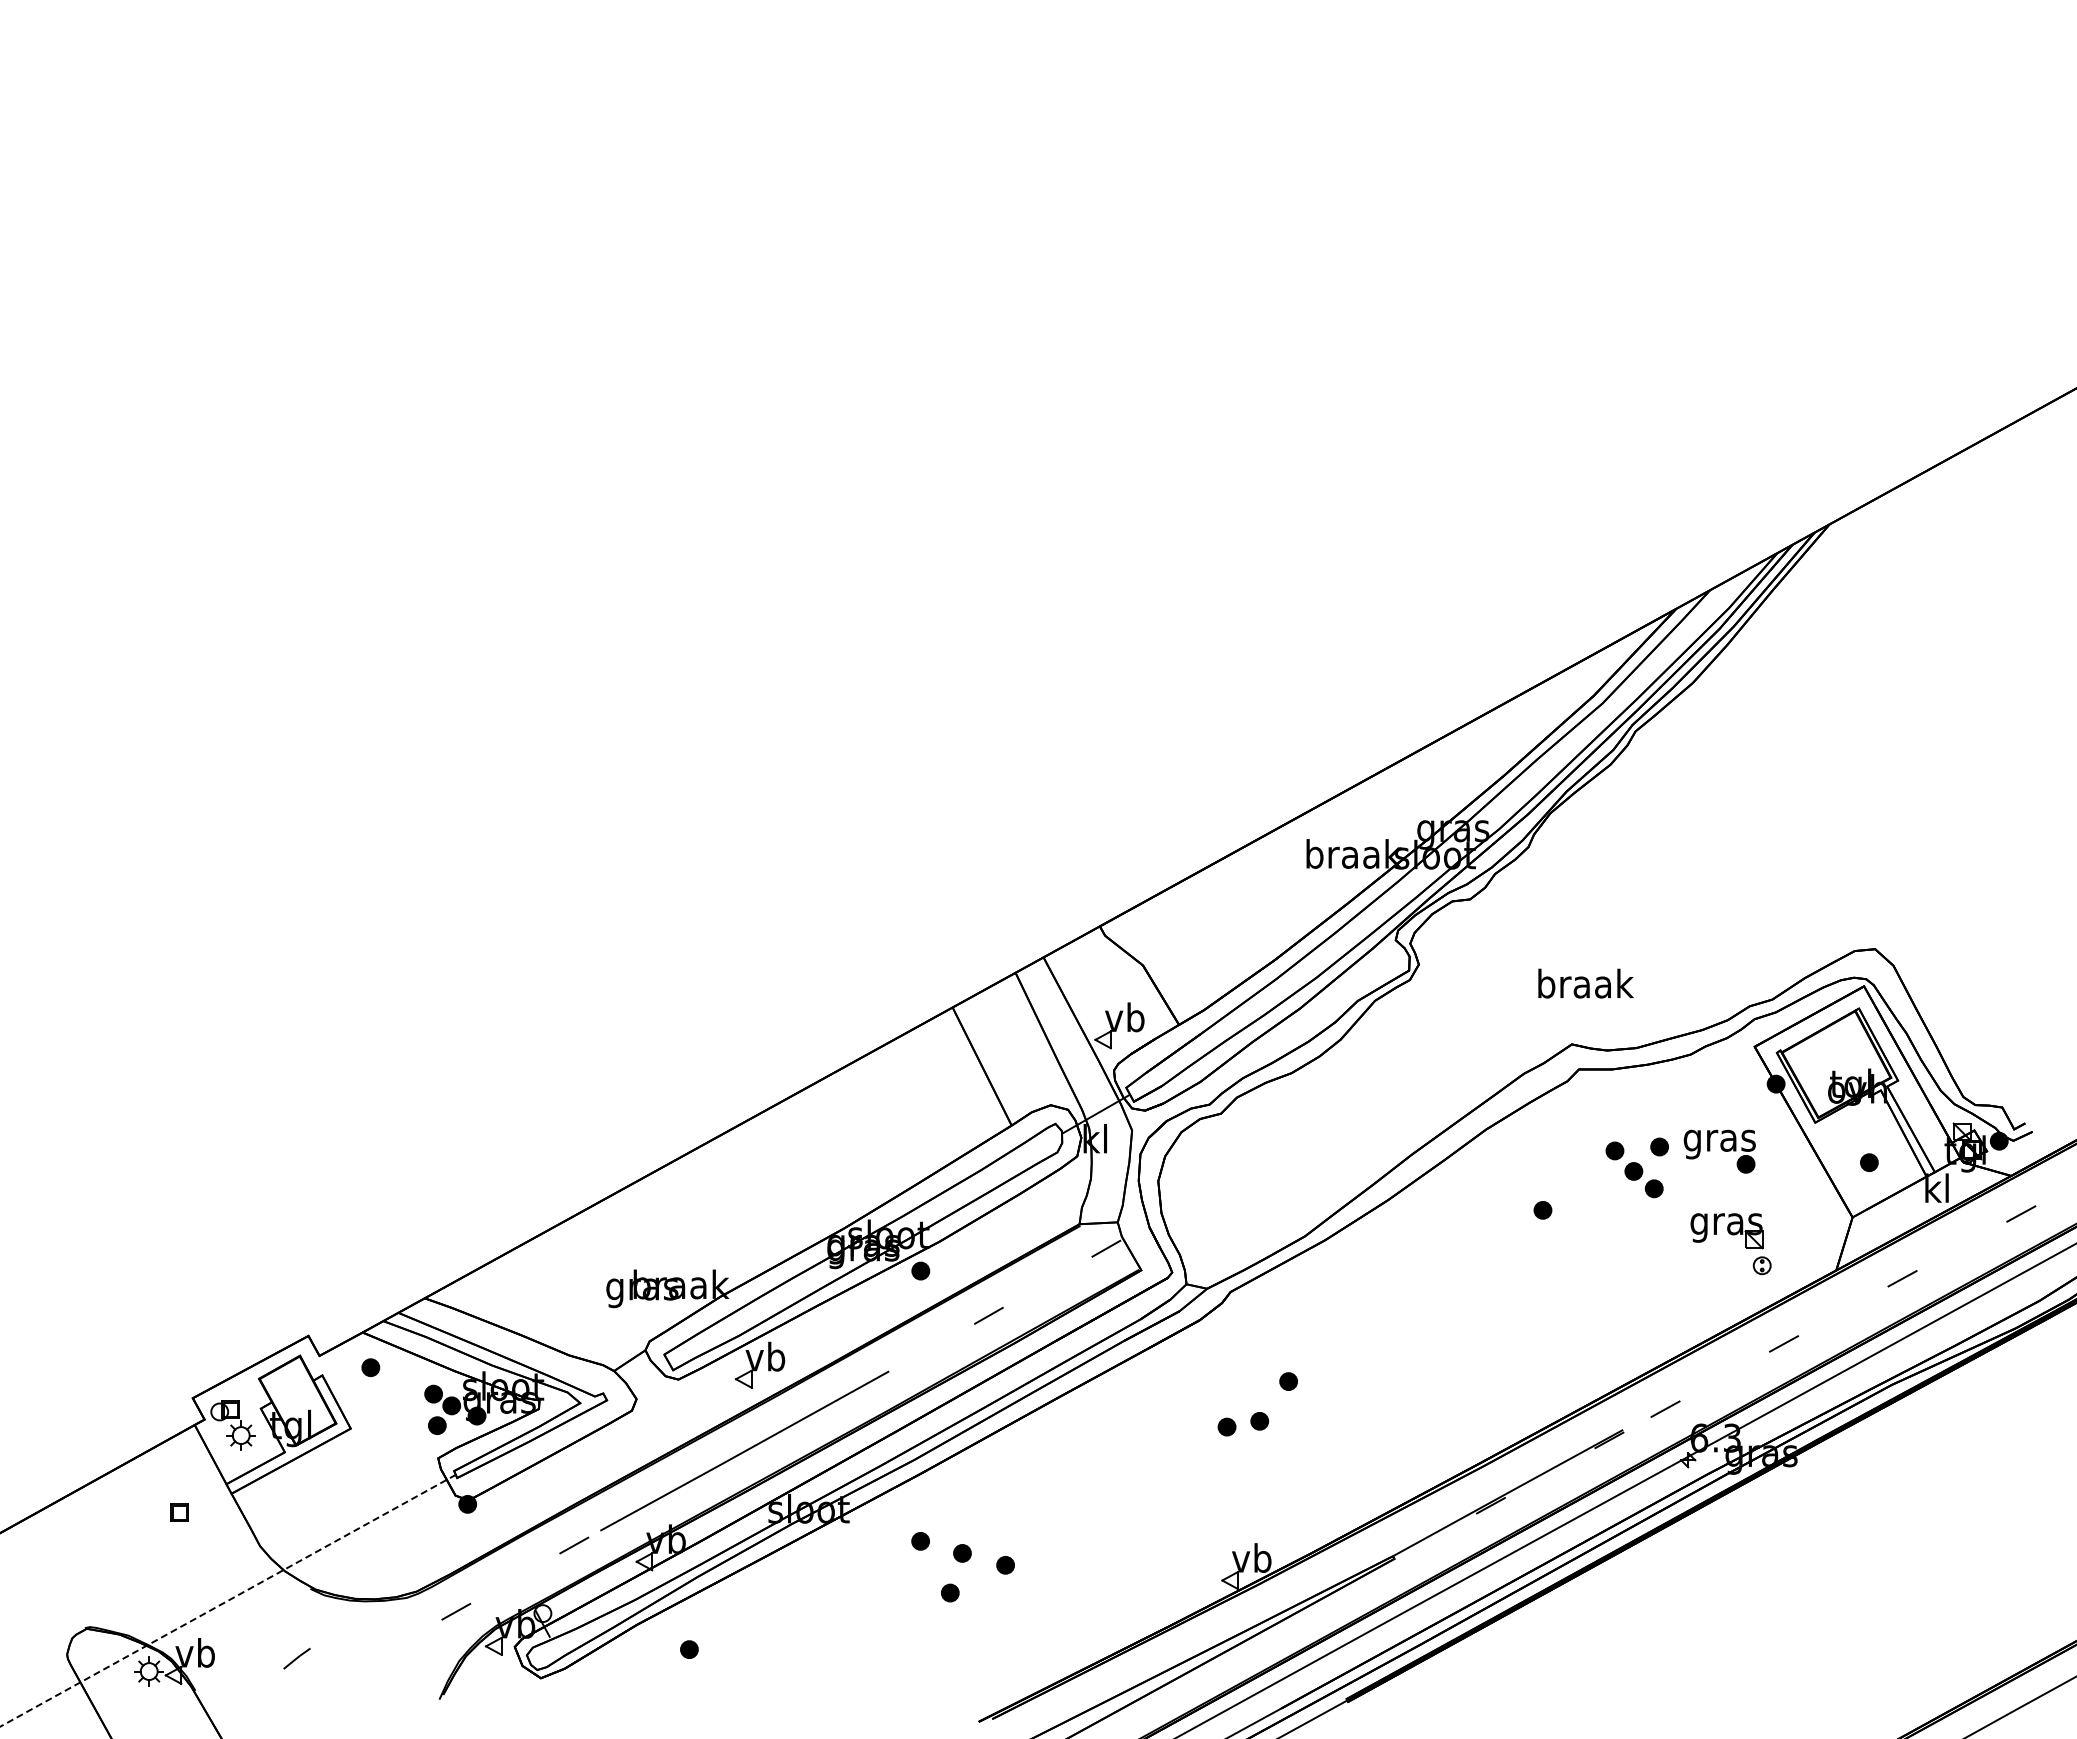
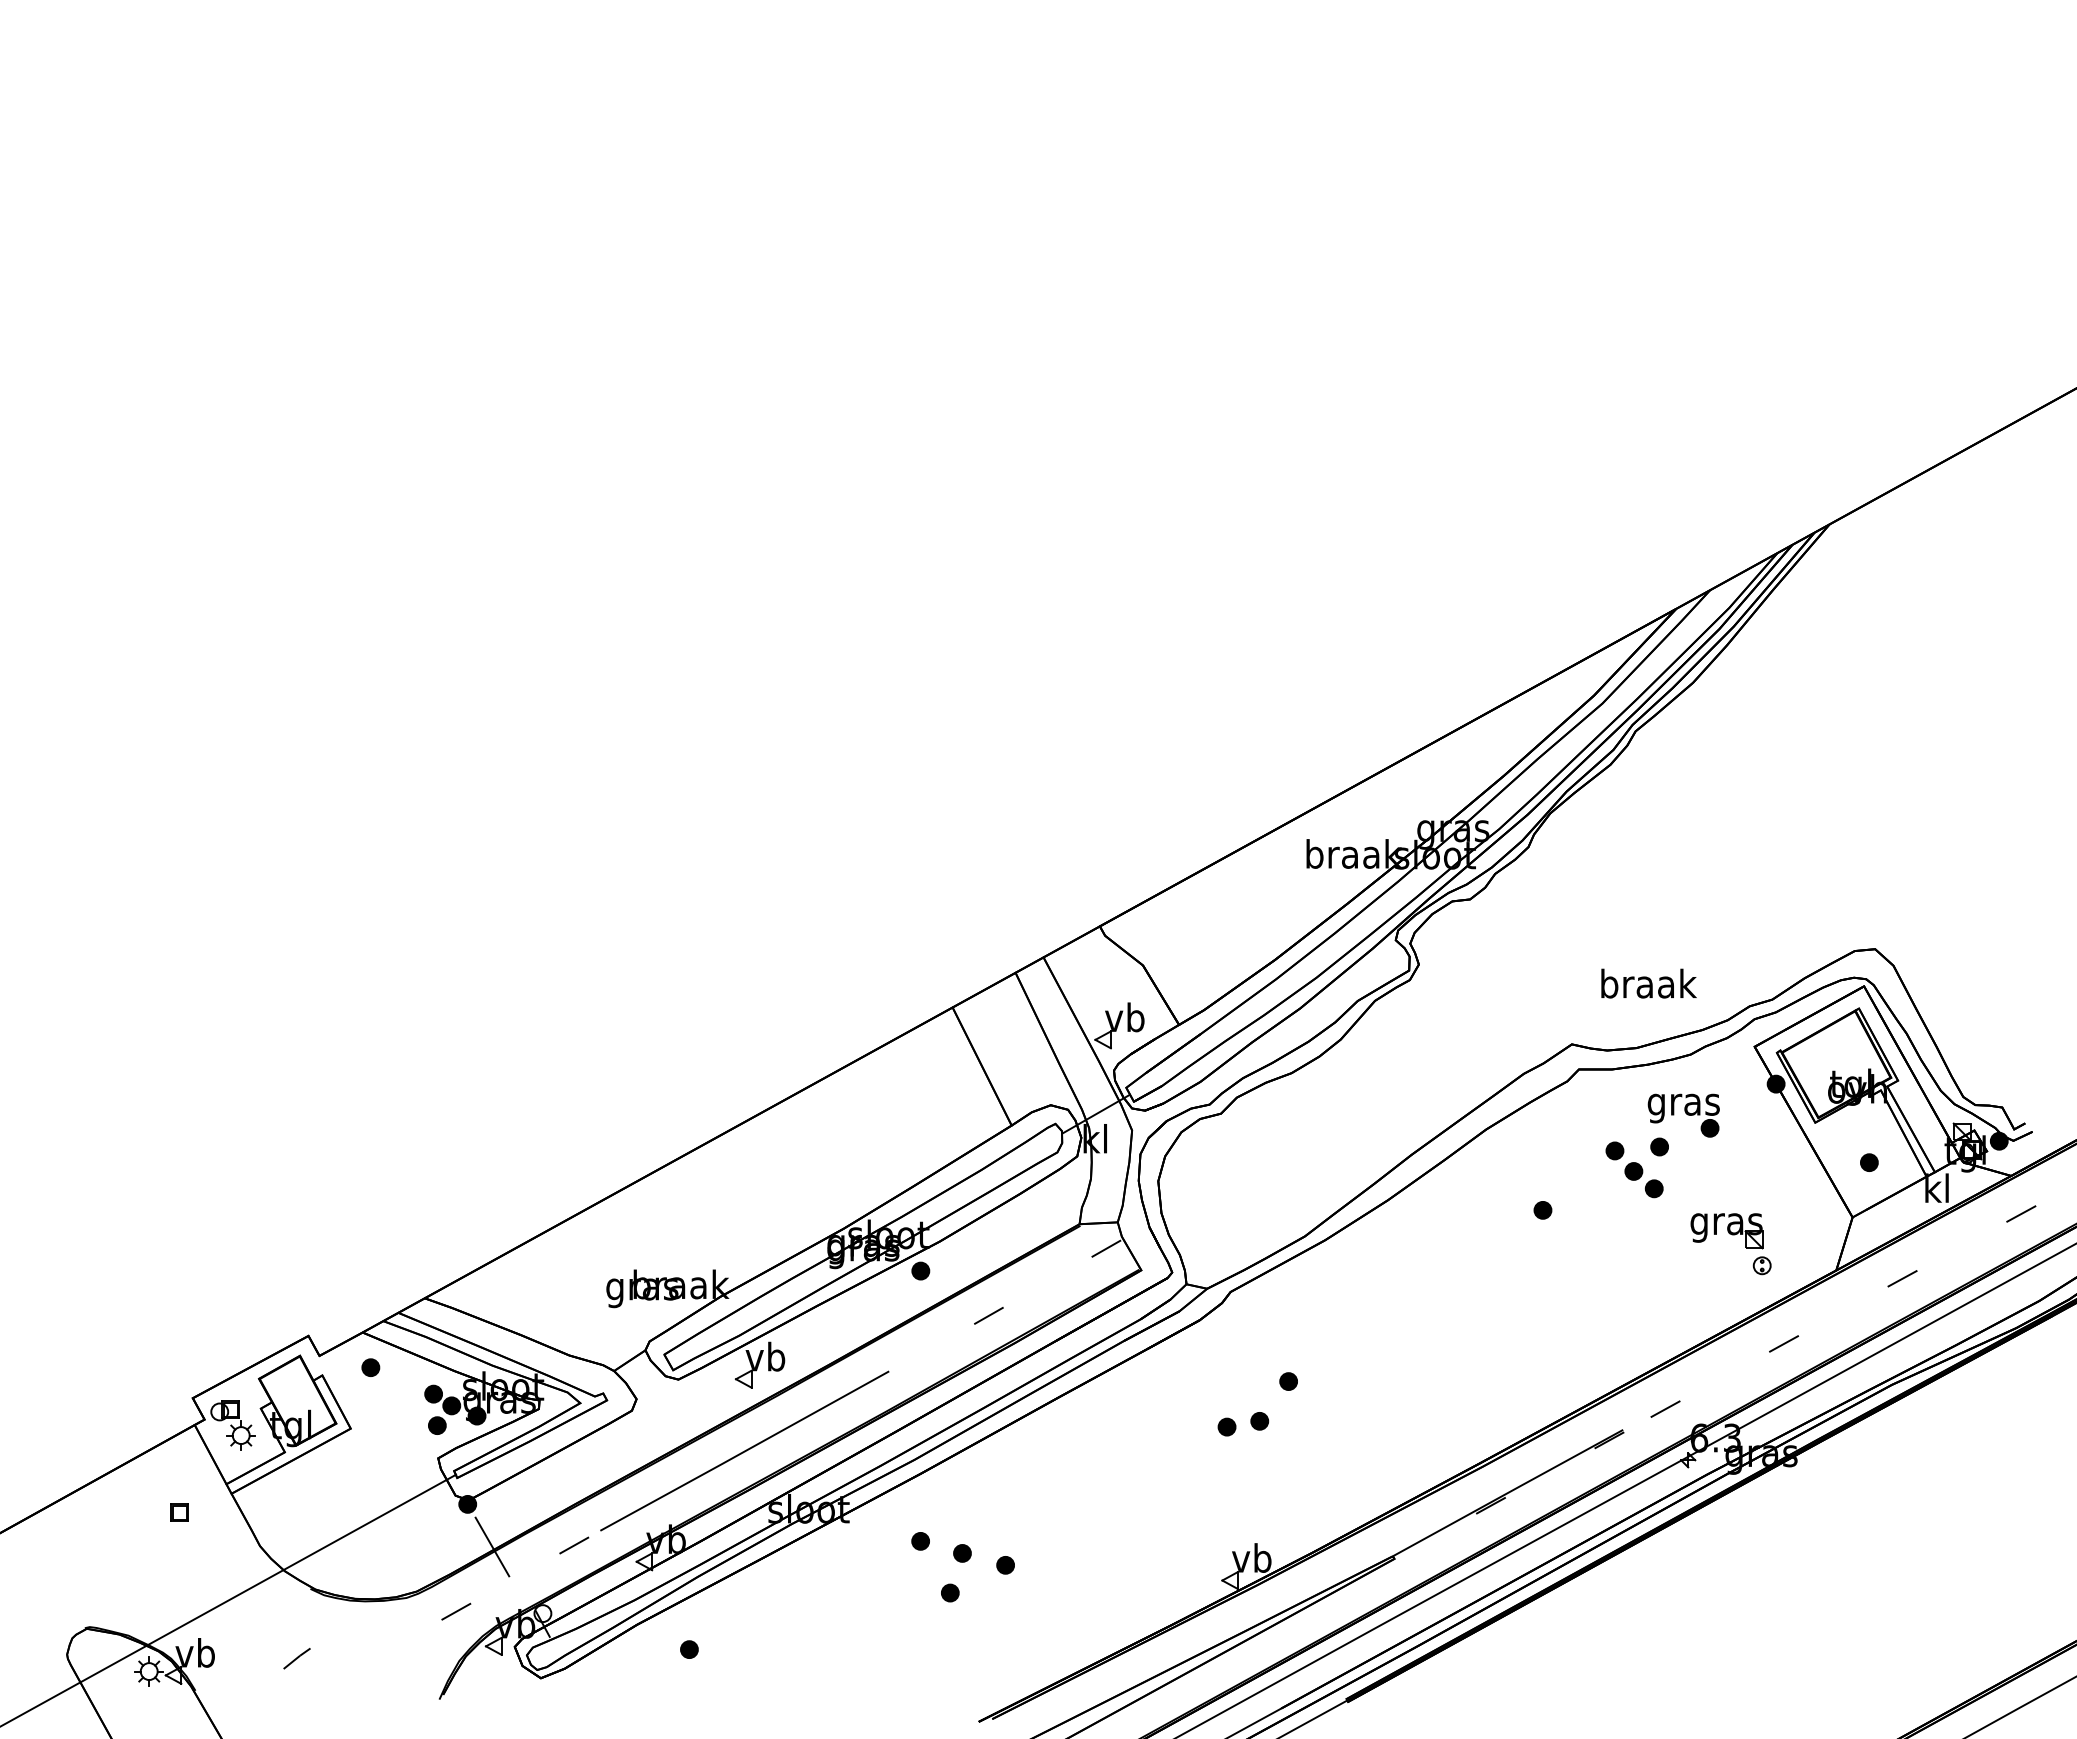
text at (1585, 983) position: (1585, 983) -> (1648, 983)
part at (1719, 1151) position: (1719, 1151) -> (1683, 1115)
line at (492, 1546): none -> present
line at (227, 1600): dashed -> solid
